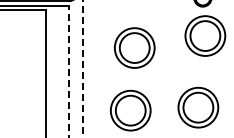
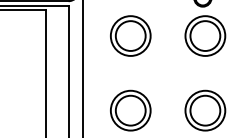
part at (134, 47) position: (134, 47) -> (130, 35)
line at (83, 69): dashed -> solid
line at (68, 71): dashed -> solid
part at (198, 107) position: (198, 107) -> (205, 110)
